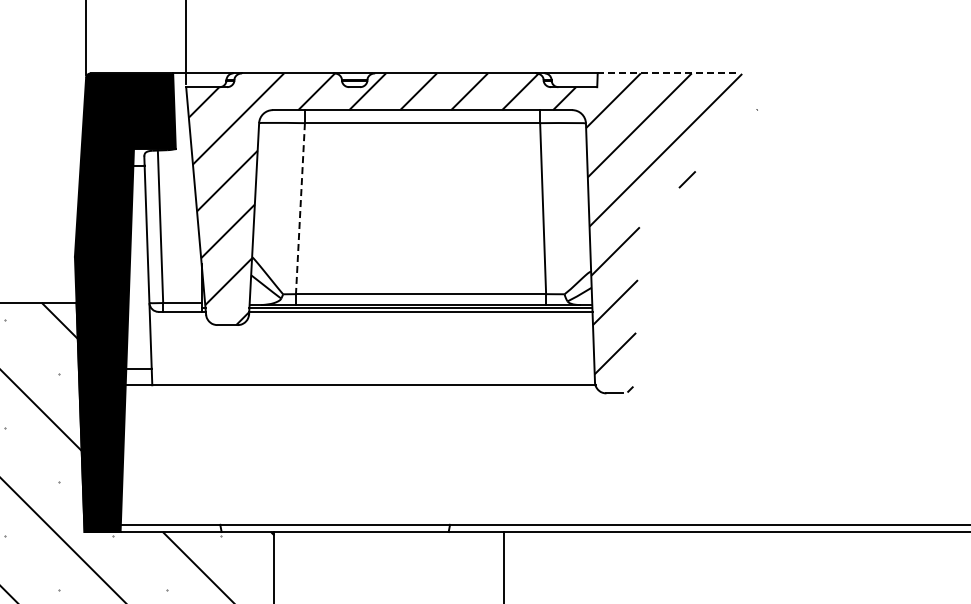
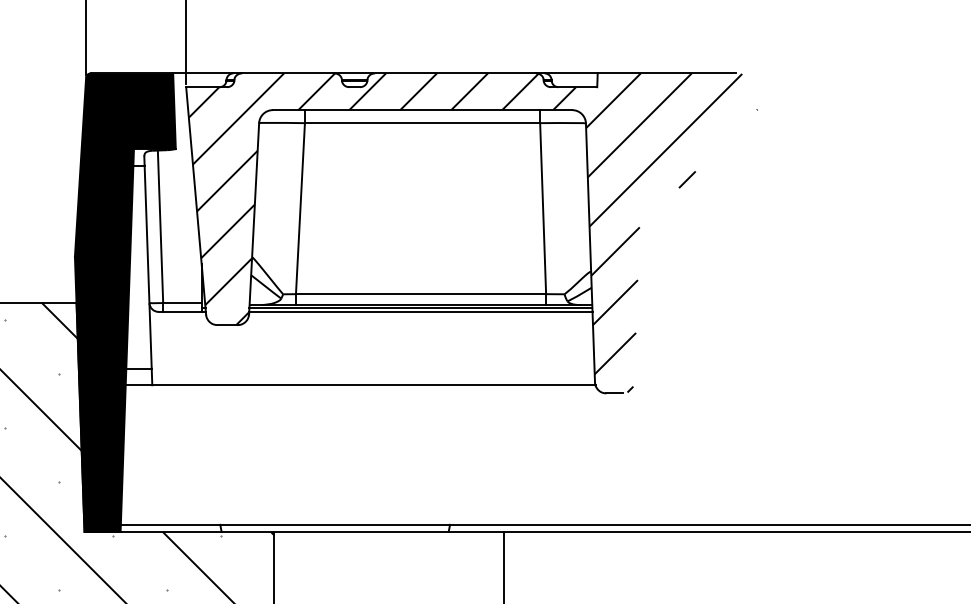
line at (666, 73): dashed -> solid
line at (300, 208): dashed -> solid
